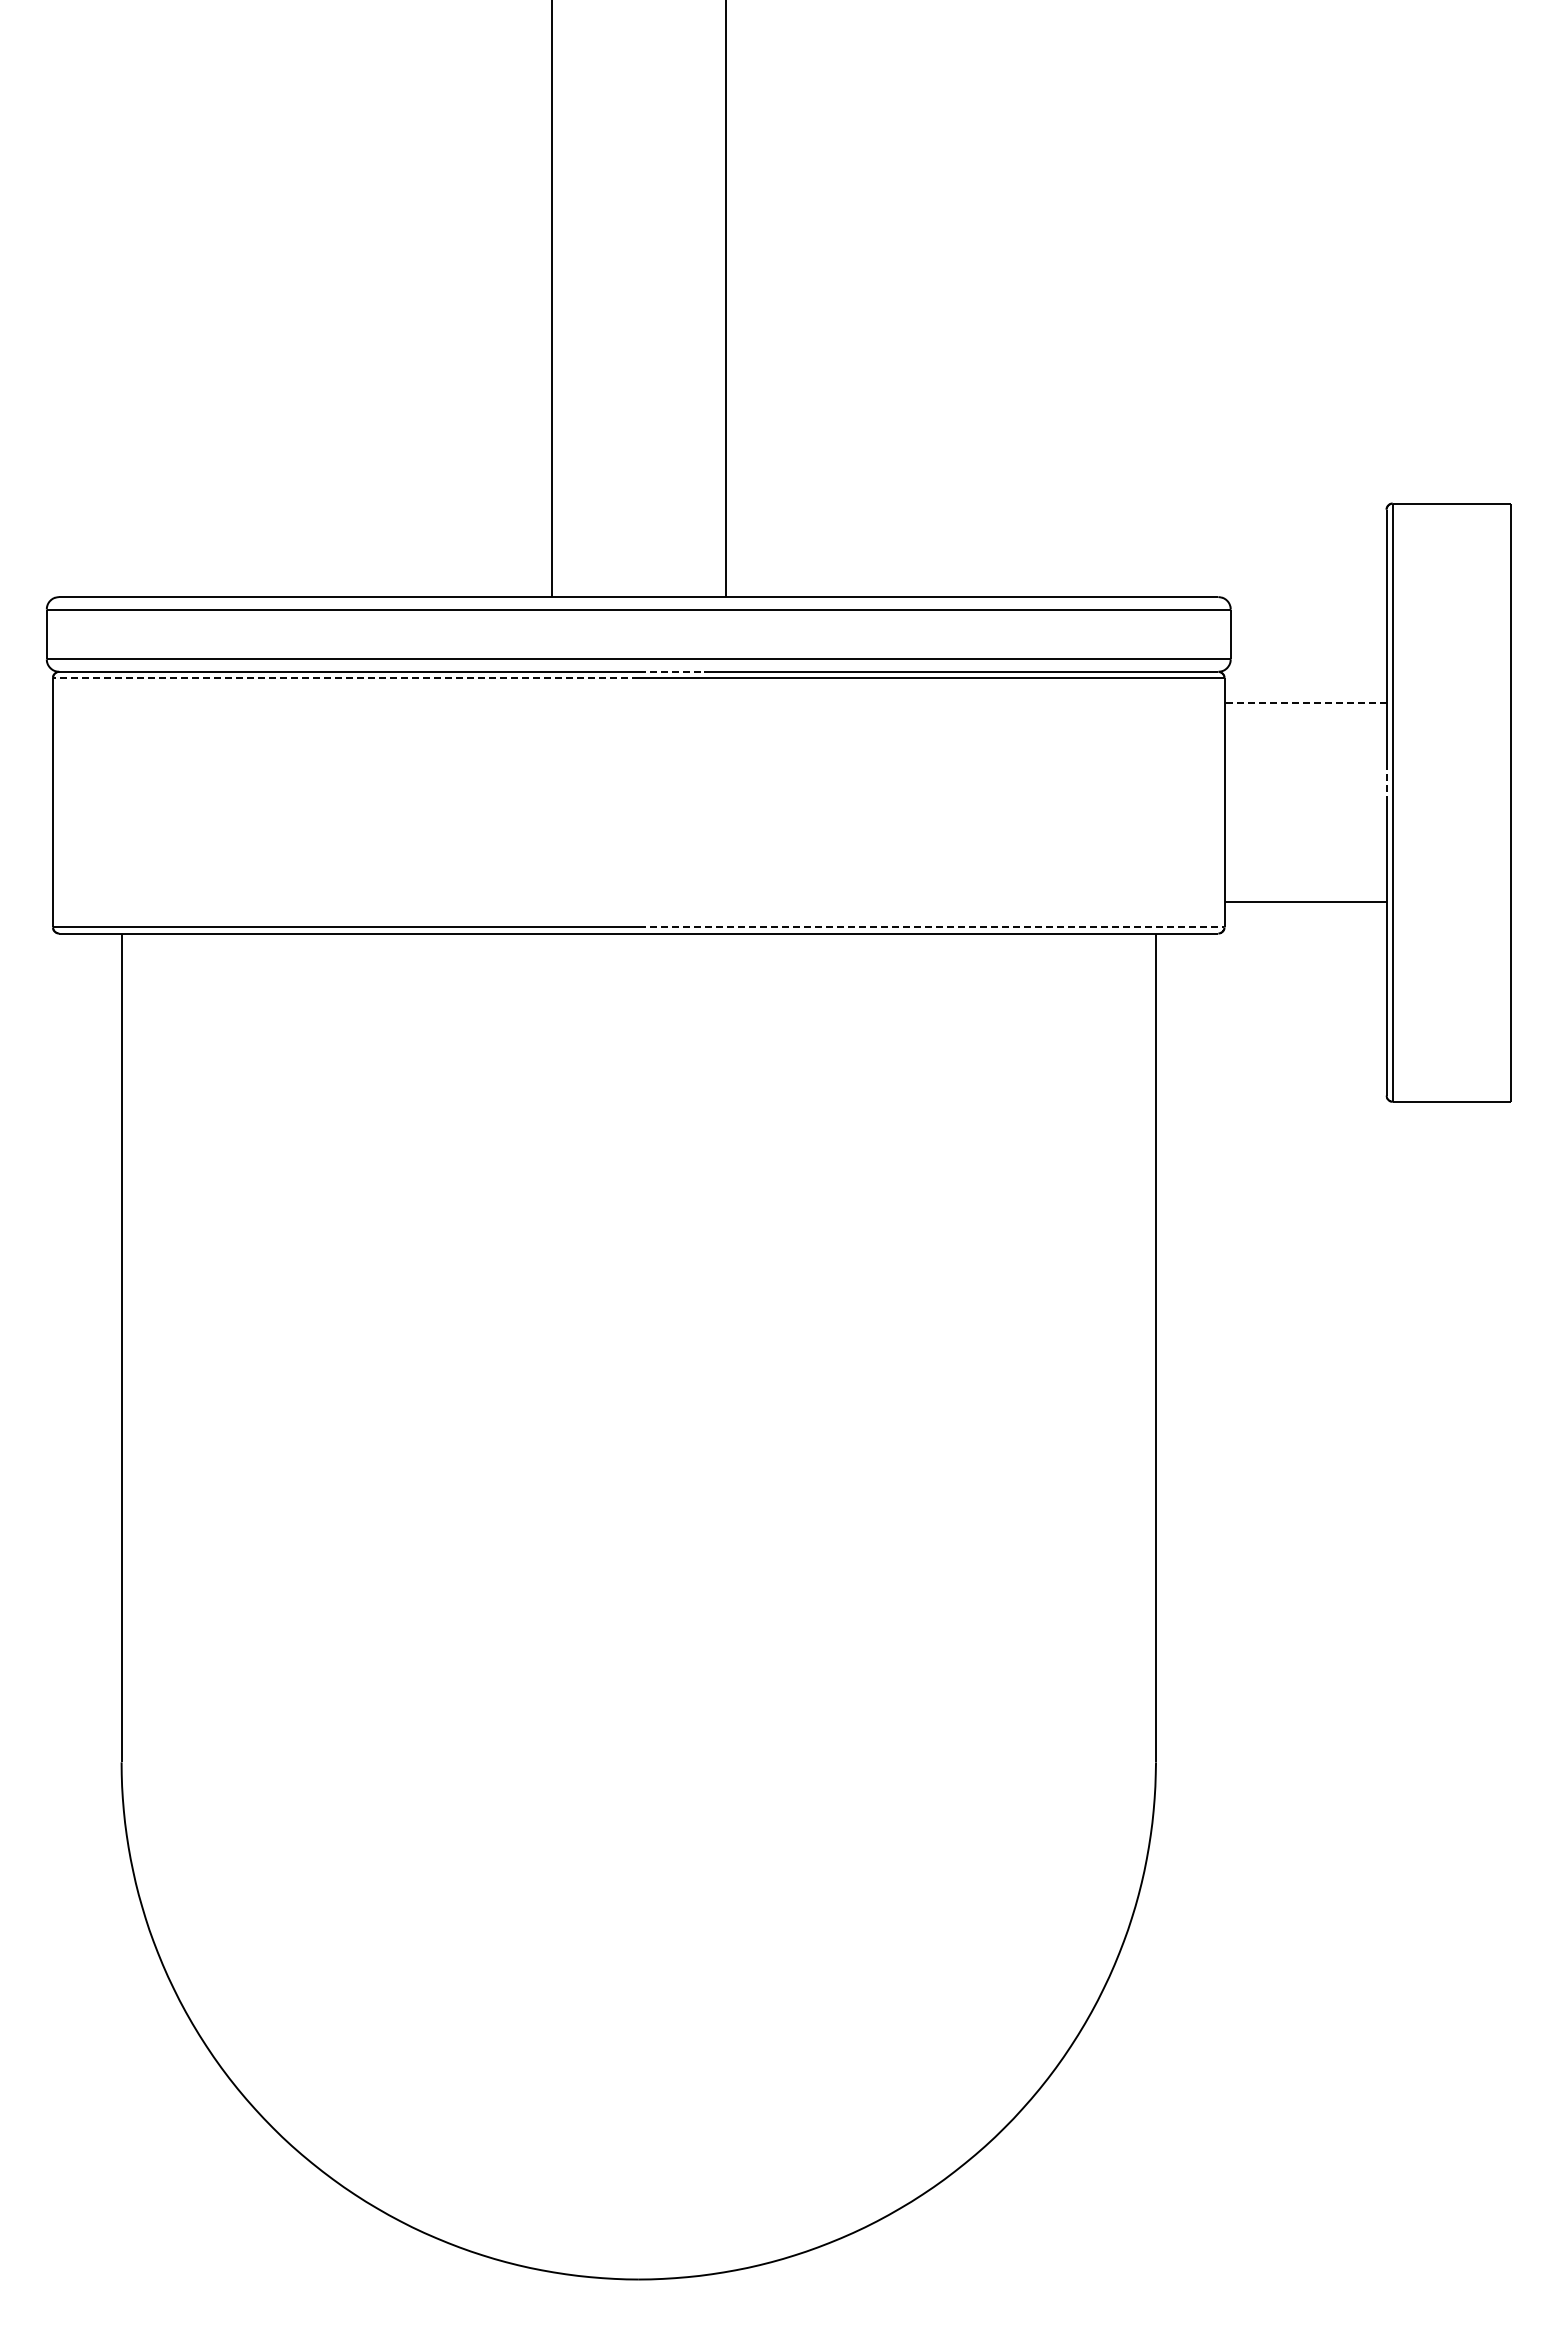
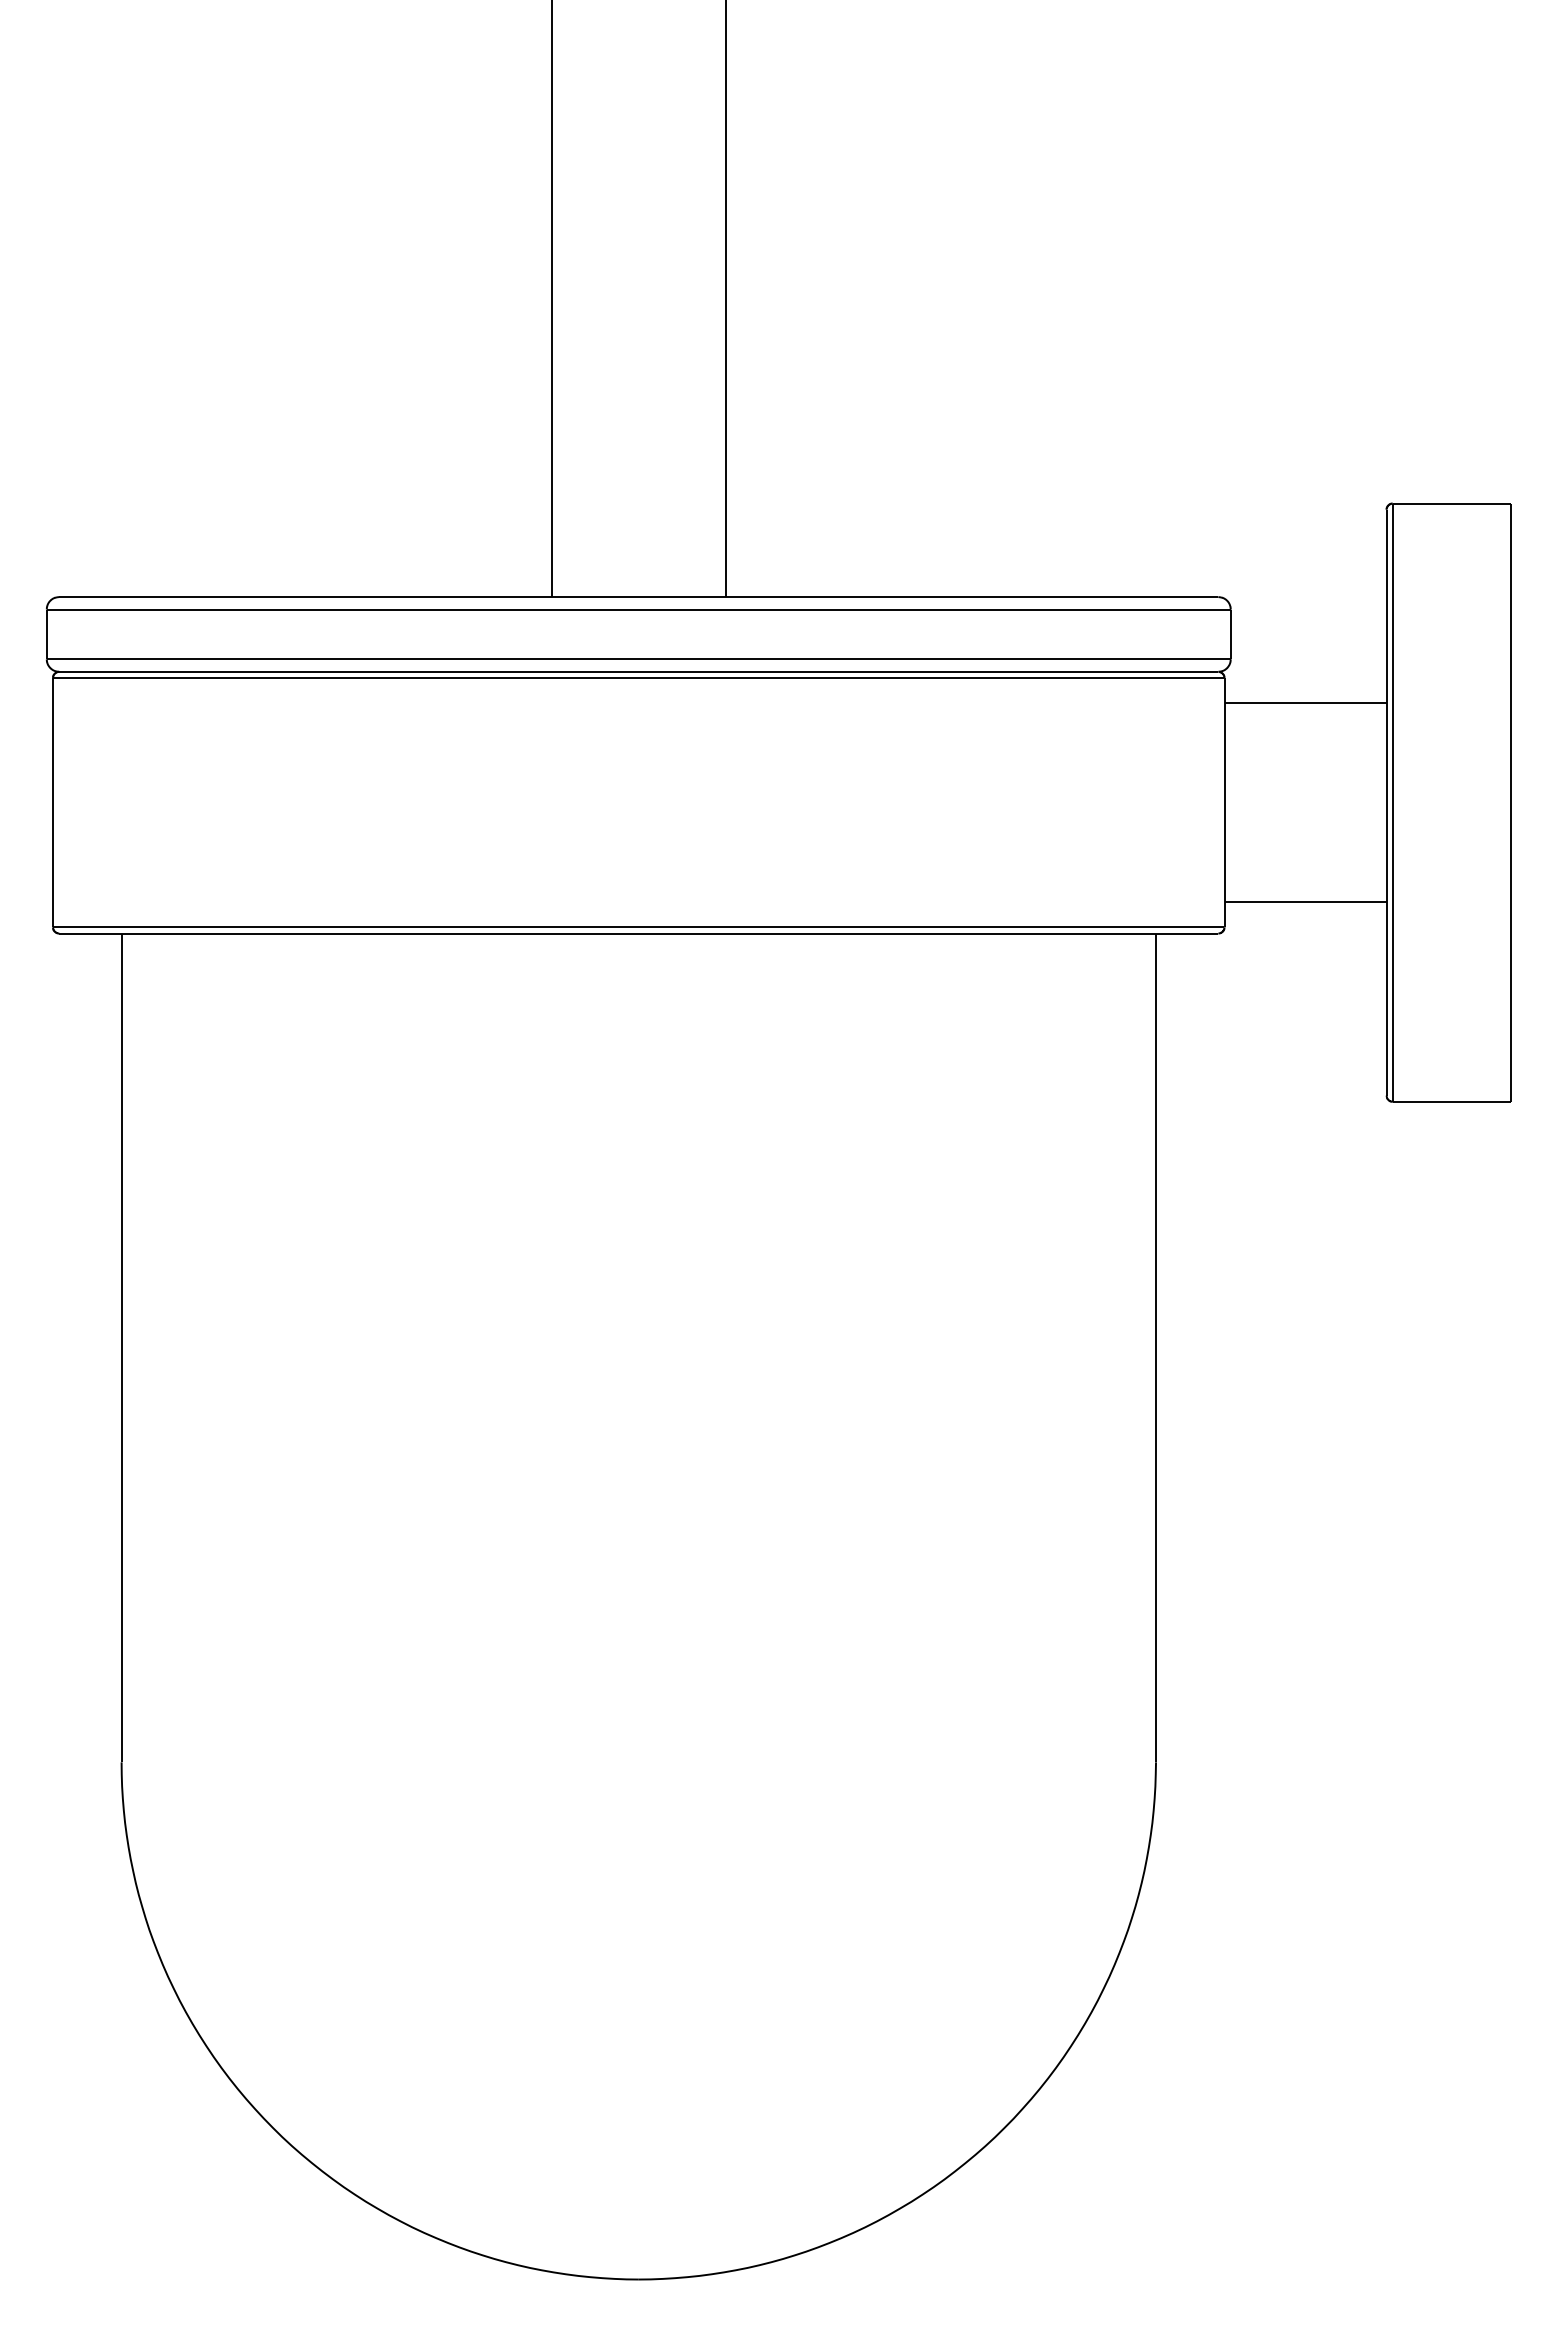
line at (671, 671): dashed -> solid
line at (346, 678): dashed -> solid
line at (1305, 703): dashed -> solid
line at (1386, 782): dashed -> solid
line at (931, 927): dashed -> solid
